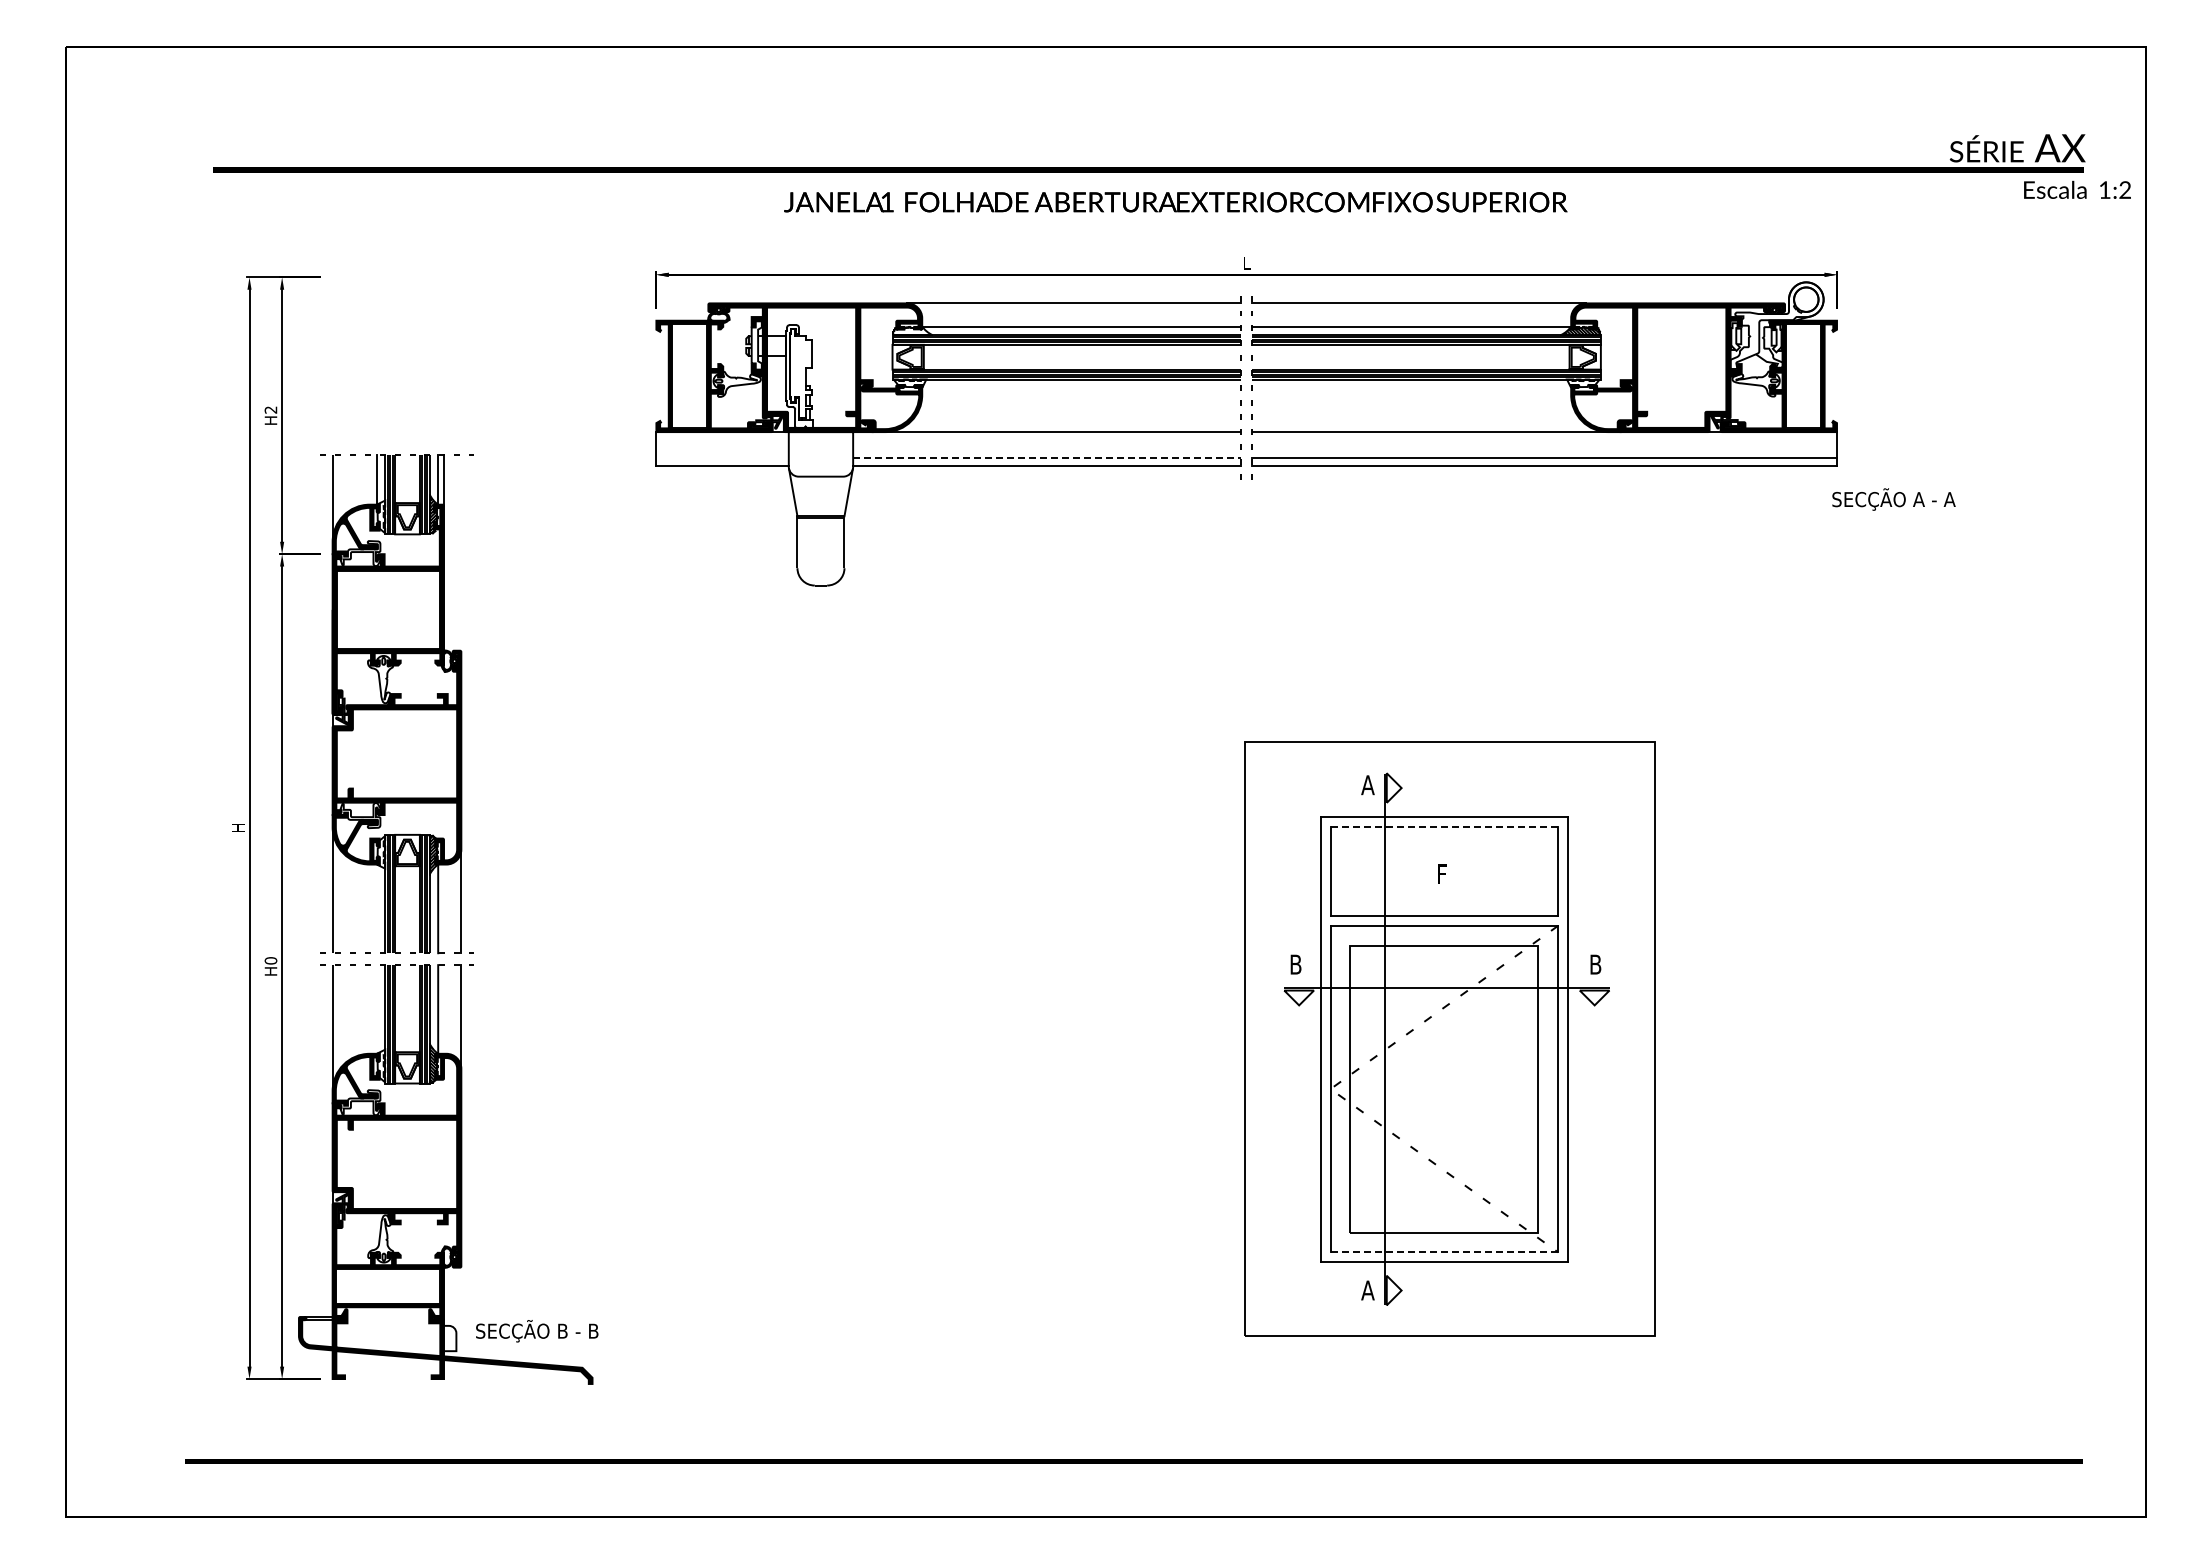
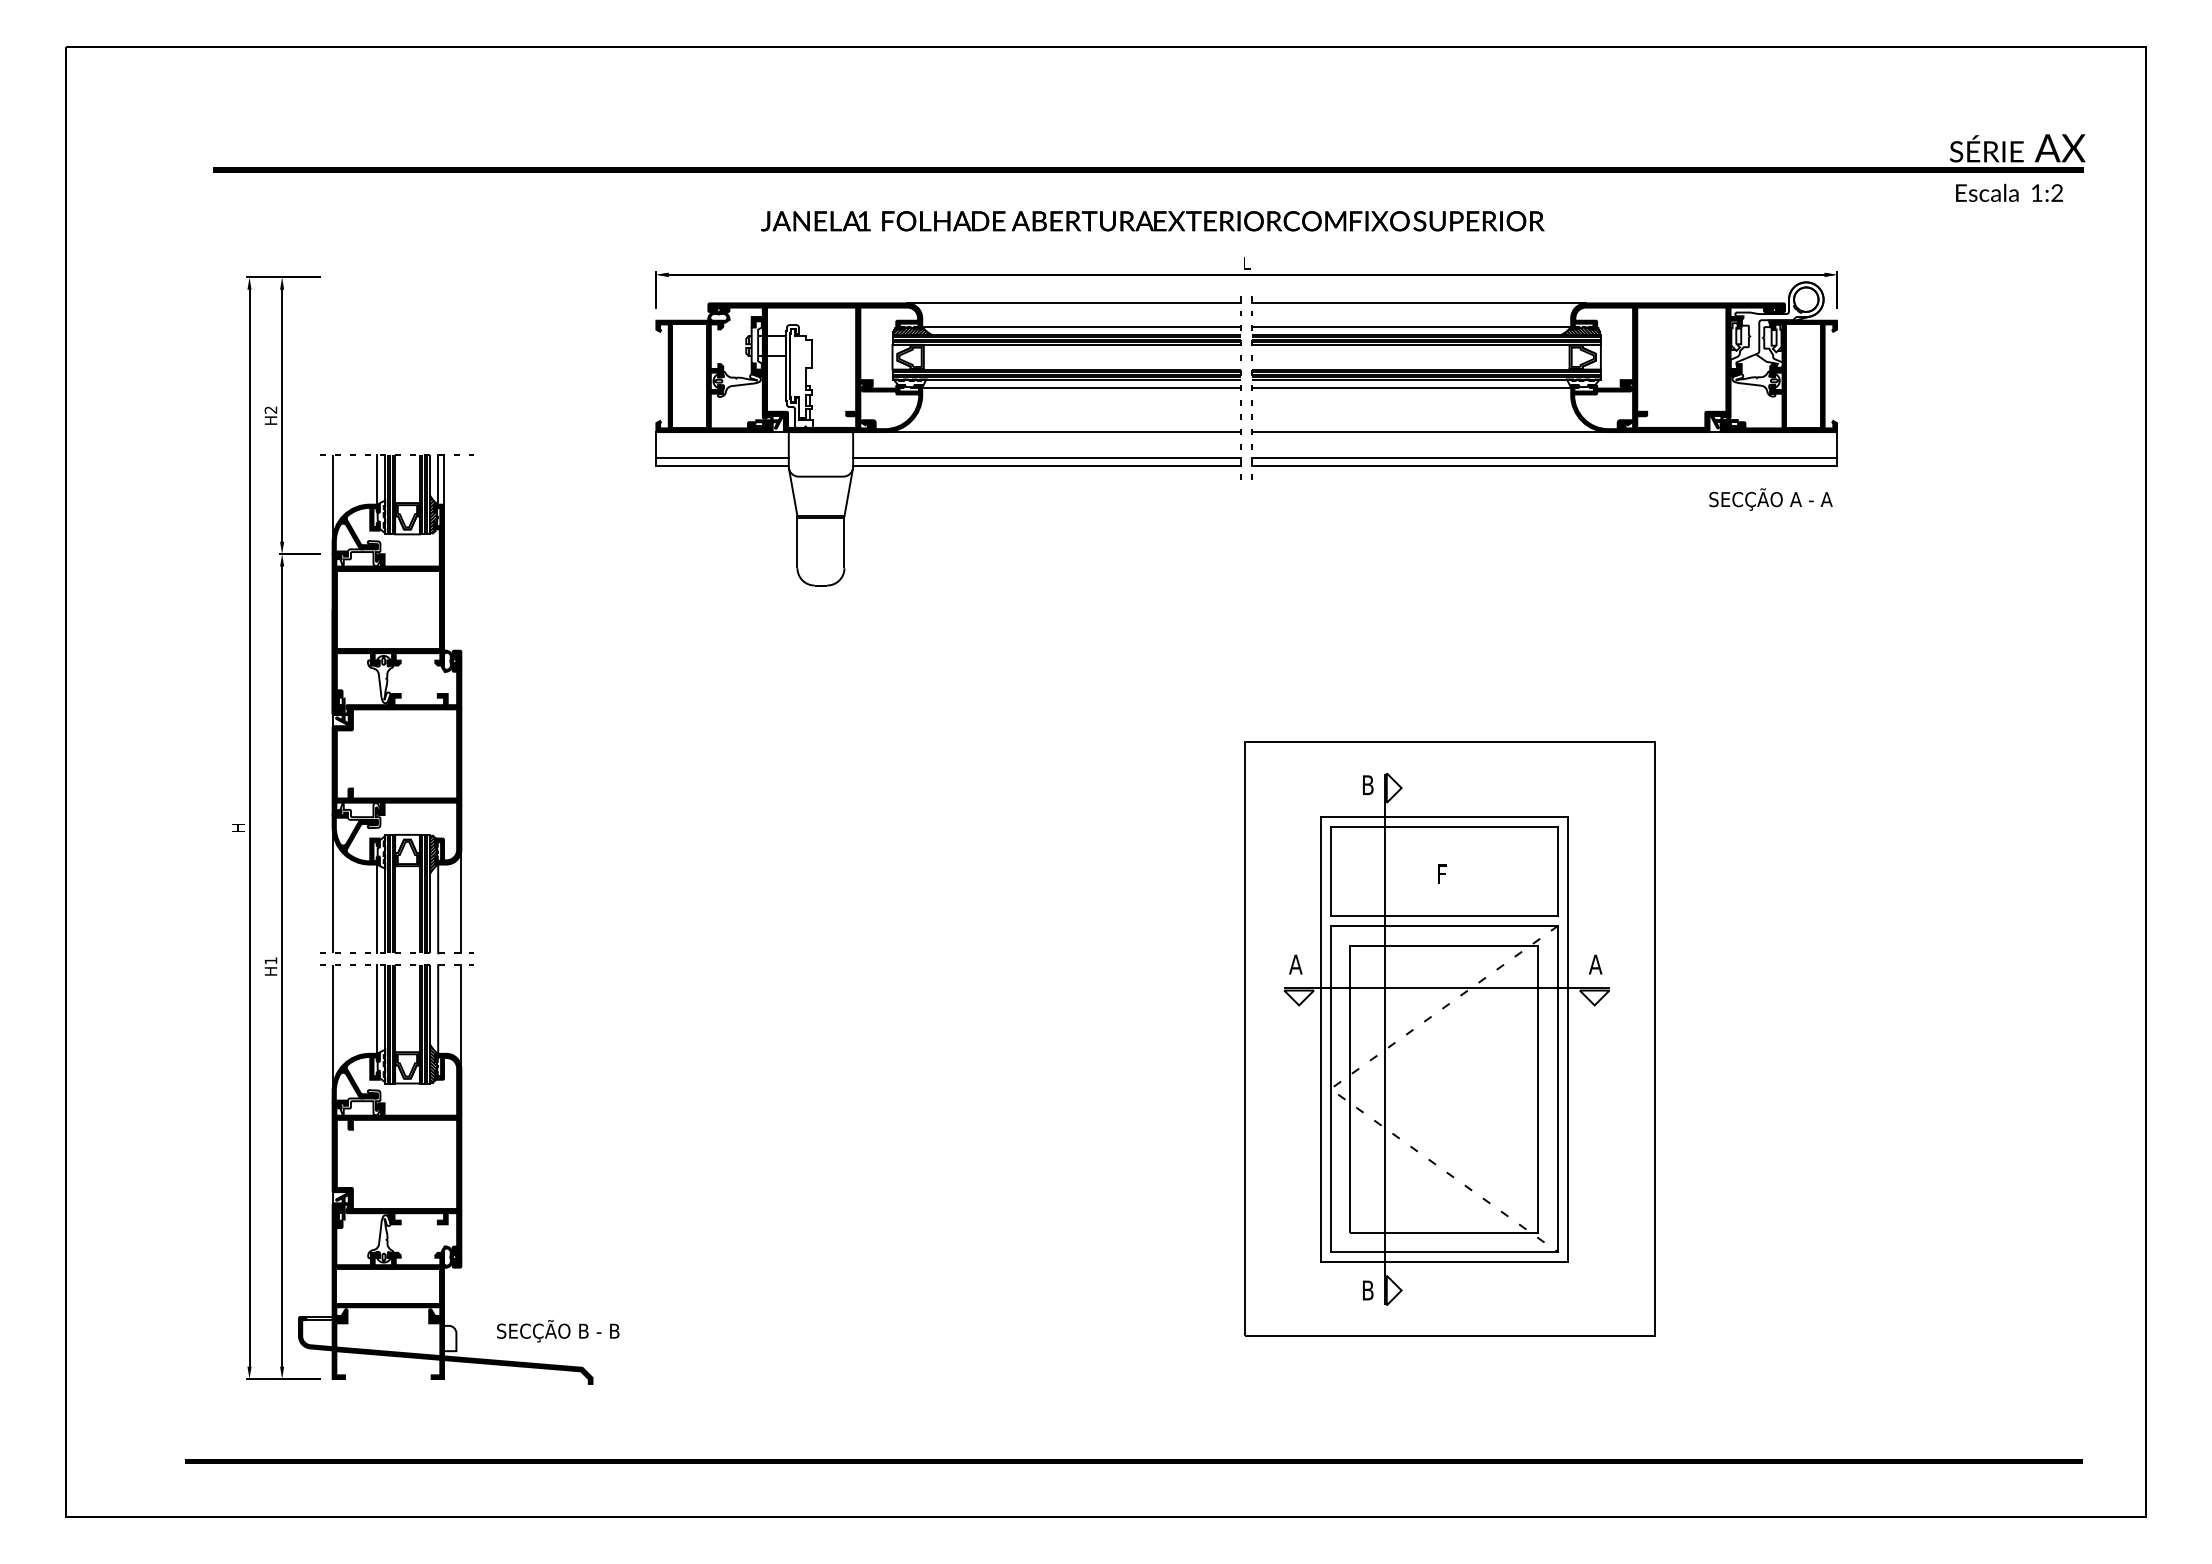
text at (2077, 189) position: (2077, 189) -> (2009, 192)
text at (1175, 202) position: (1175, 202) -> (1152, 221)
hatch at (911, 330): none -> present
line at (1076, 387): none -> present
line at (1411, 387): none -> present
line at (722, 458): none -> present
line at (1047, 458): dashed -> solid
text at (1893, 499) position: (1893, 499) -> (1770, 499)
text at (1367, 785): A -> B
line at (1444, 826): dashed -> solid
line at (376, 908): none -> present
text at (270, 960): H0 -> H1
text at (1295, 964): B -> A
text at (1595, 964): B -> A
line at (376, 1009): none -> present
line at (1444, 1252): dashed -> solid
text at (1367, 1290): A -> B
text at (537, 1331) position: (537, 1331) -> (558, 1331)
